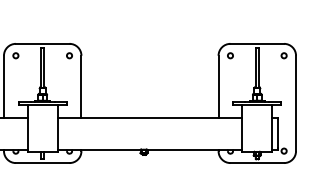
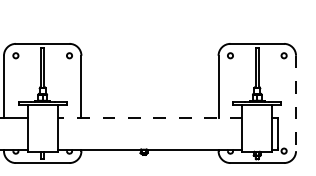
line at (296, 103): solid -> dashed
line at (149, 117): solid -> dashed
